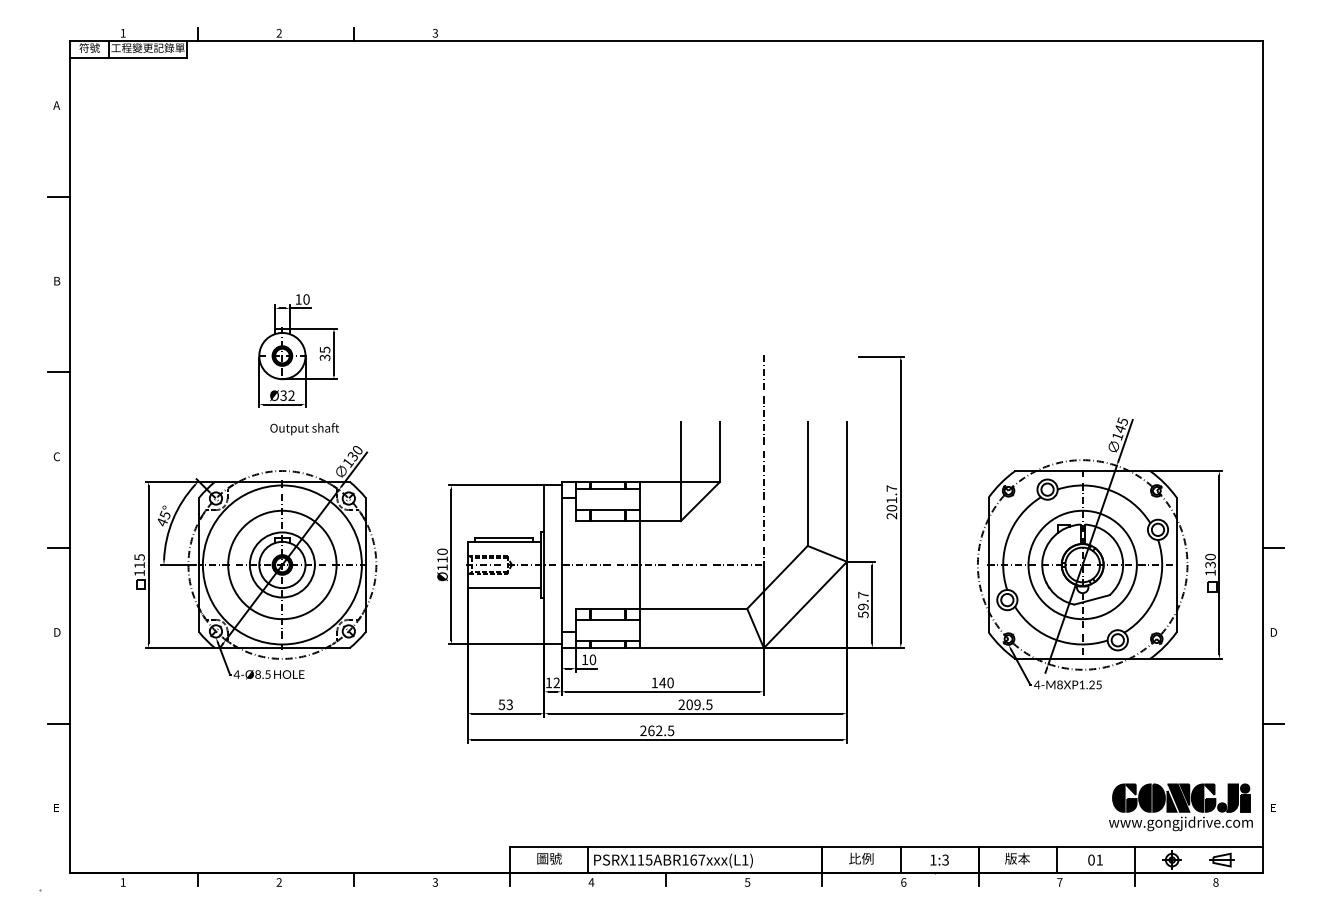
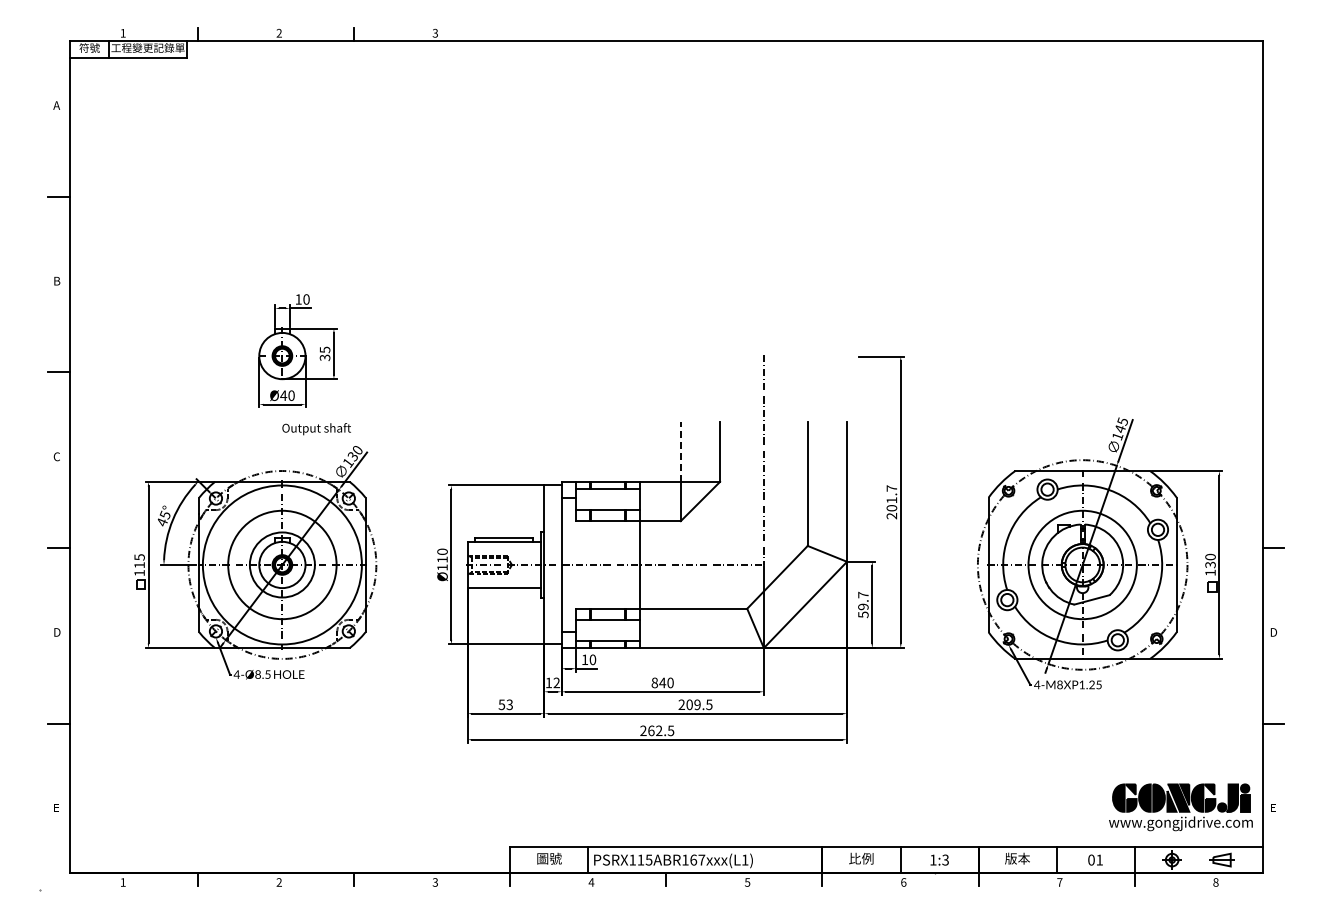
text at (287, 395): Ø32 -> Ø40
text at (304, 429) position: (304, 429) -> (316, 429)
line at (680, 451): solid -> dashed
text at (654, 682): 140 -> 840
